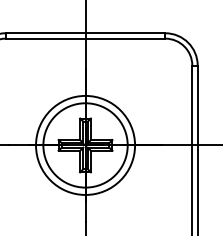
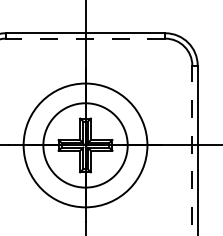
line at (85, 38): solid -> dashed
circle at (85, 144) diameter: 99 px -> 124 px
line at (192, 150): solid -> dashed
